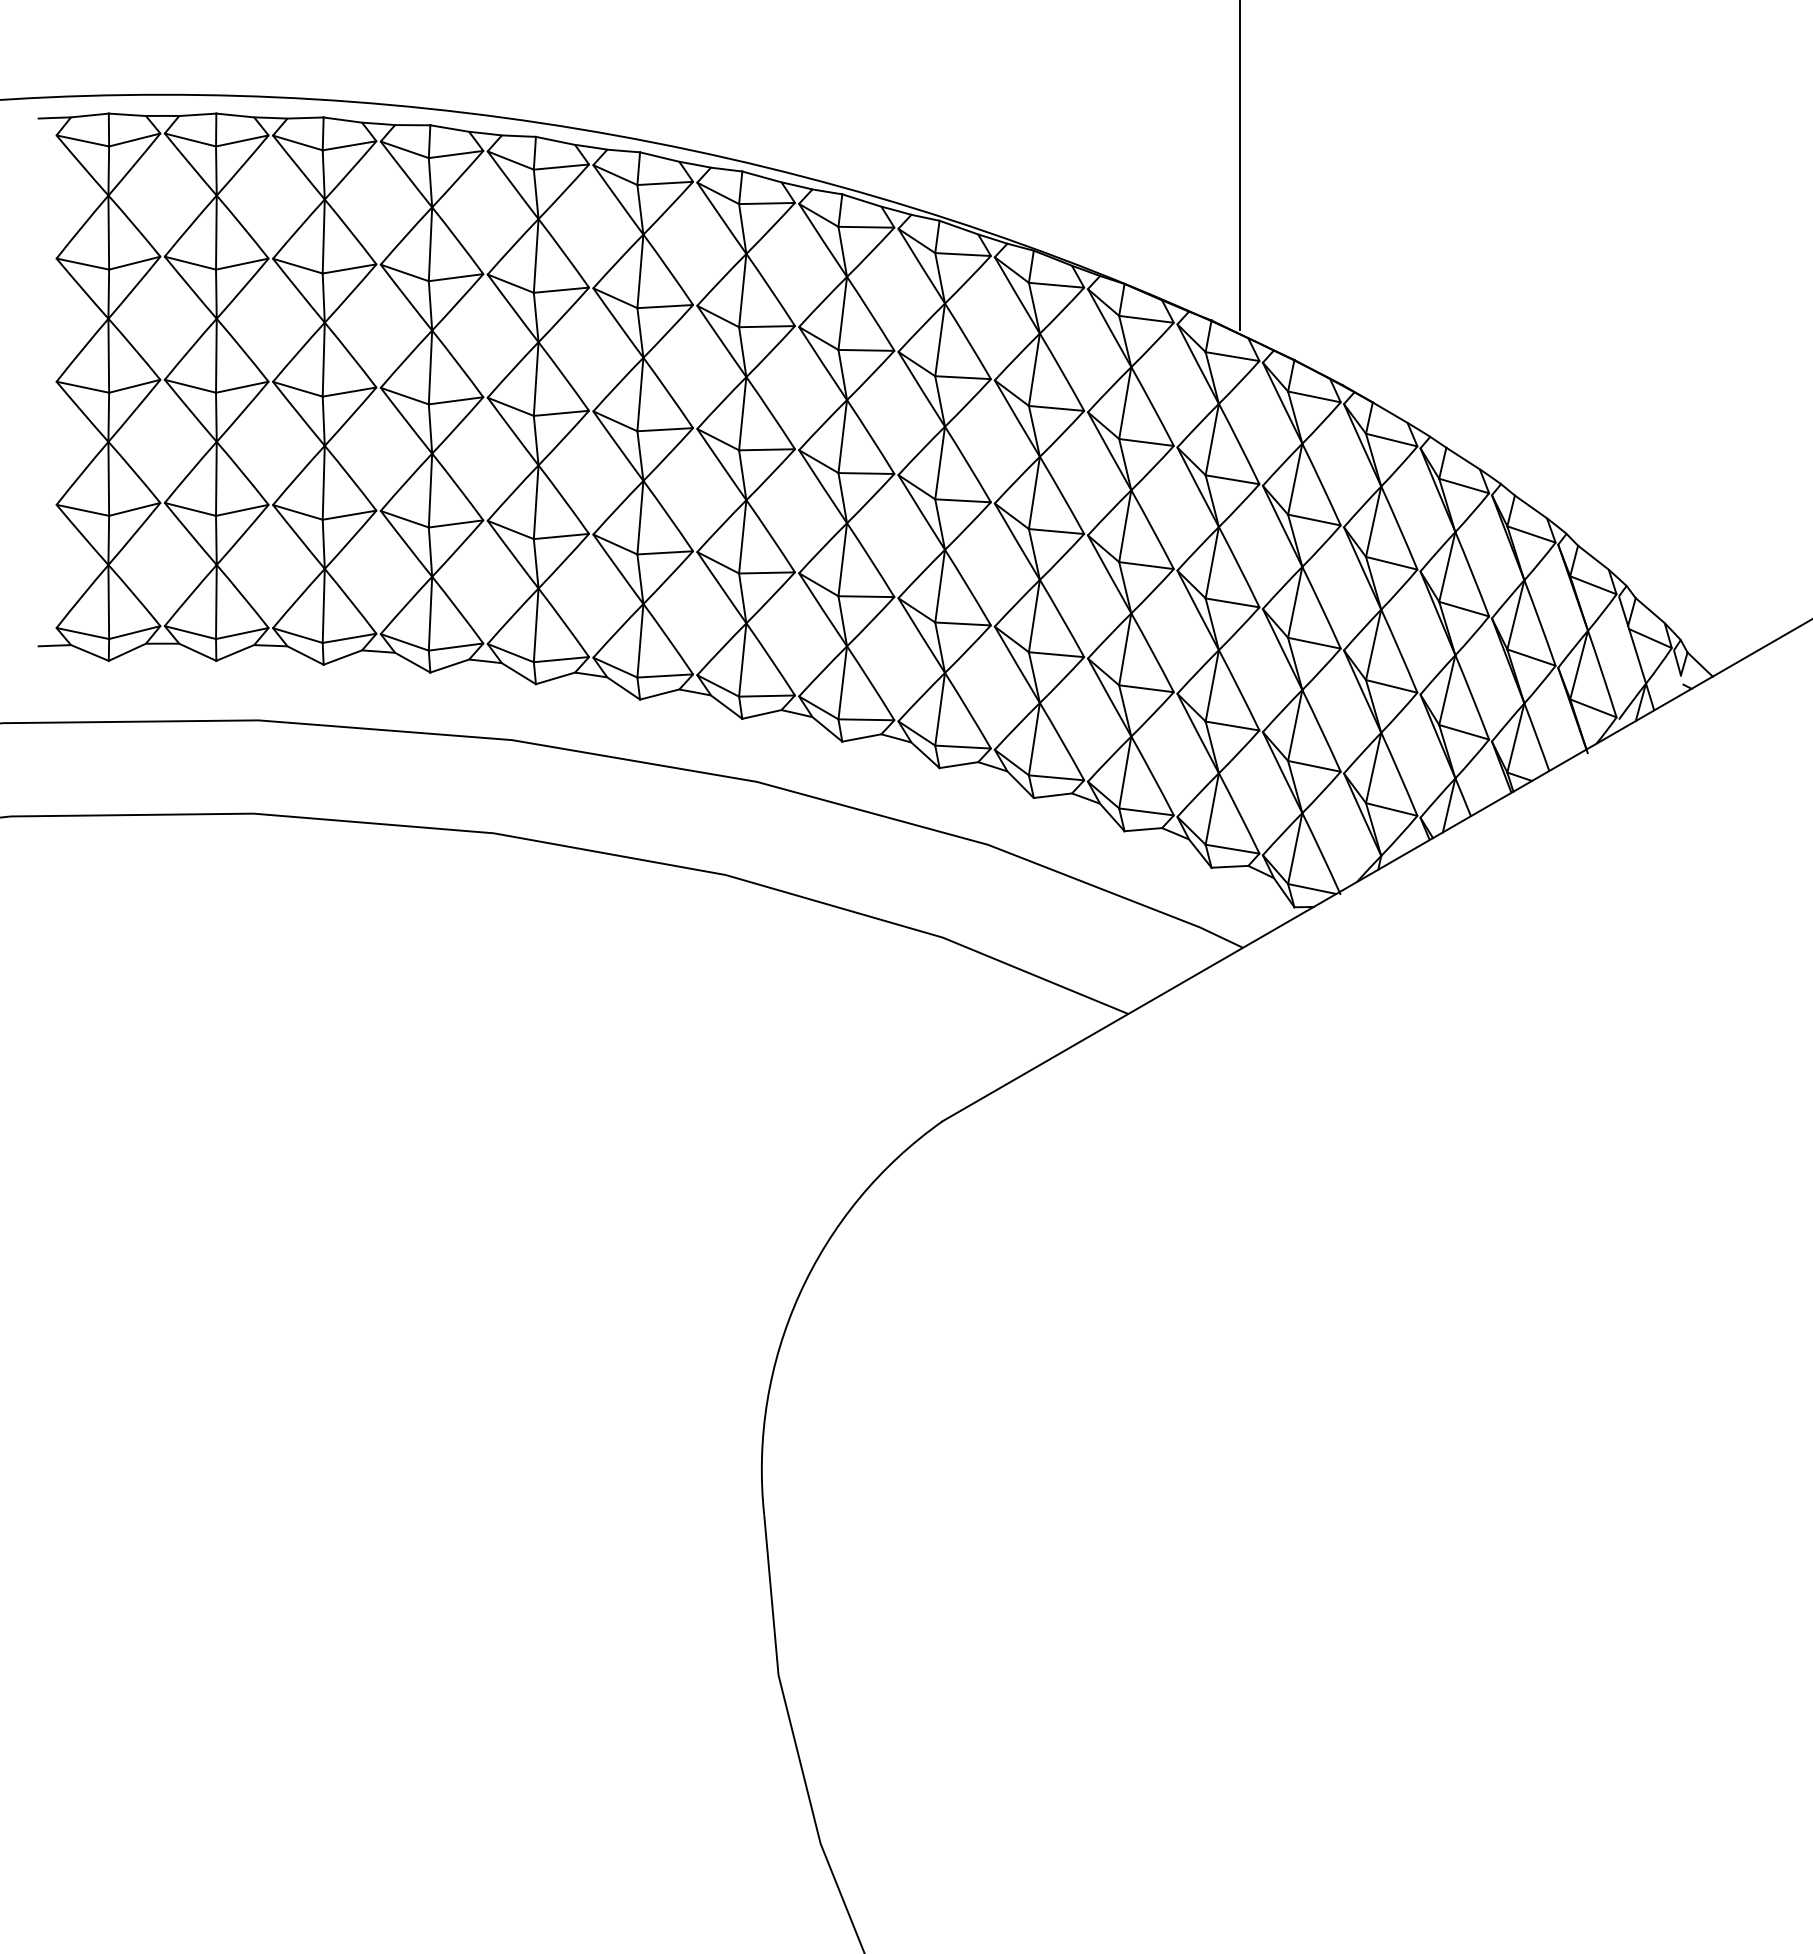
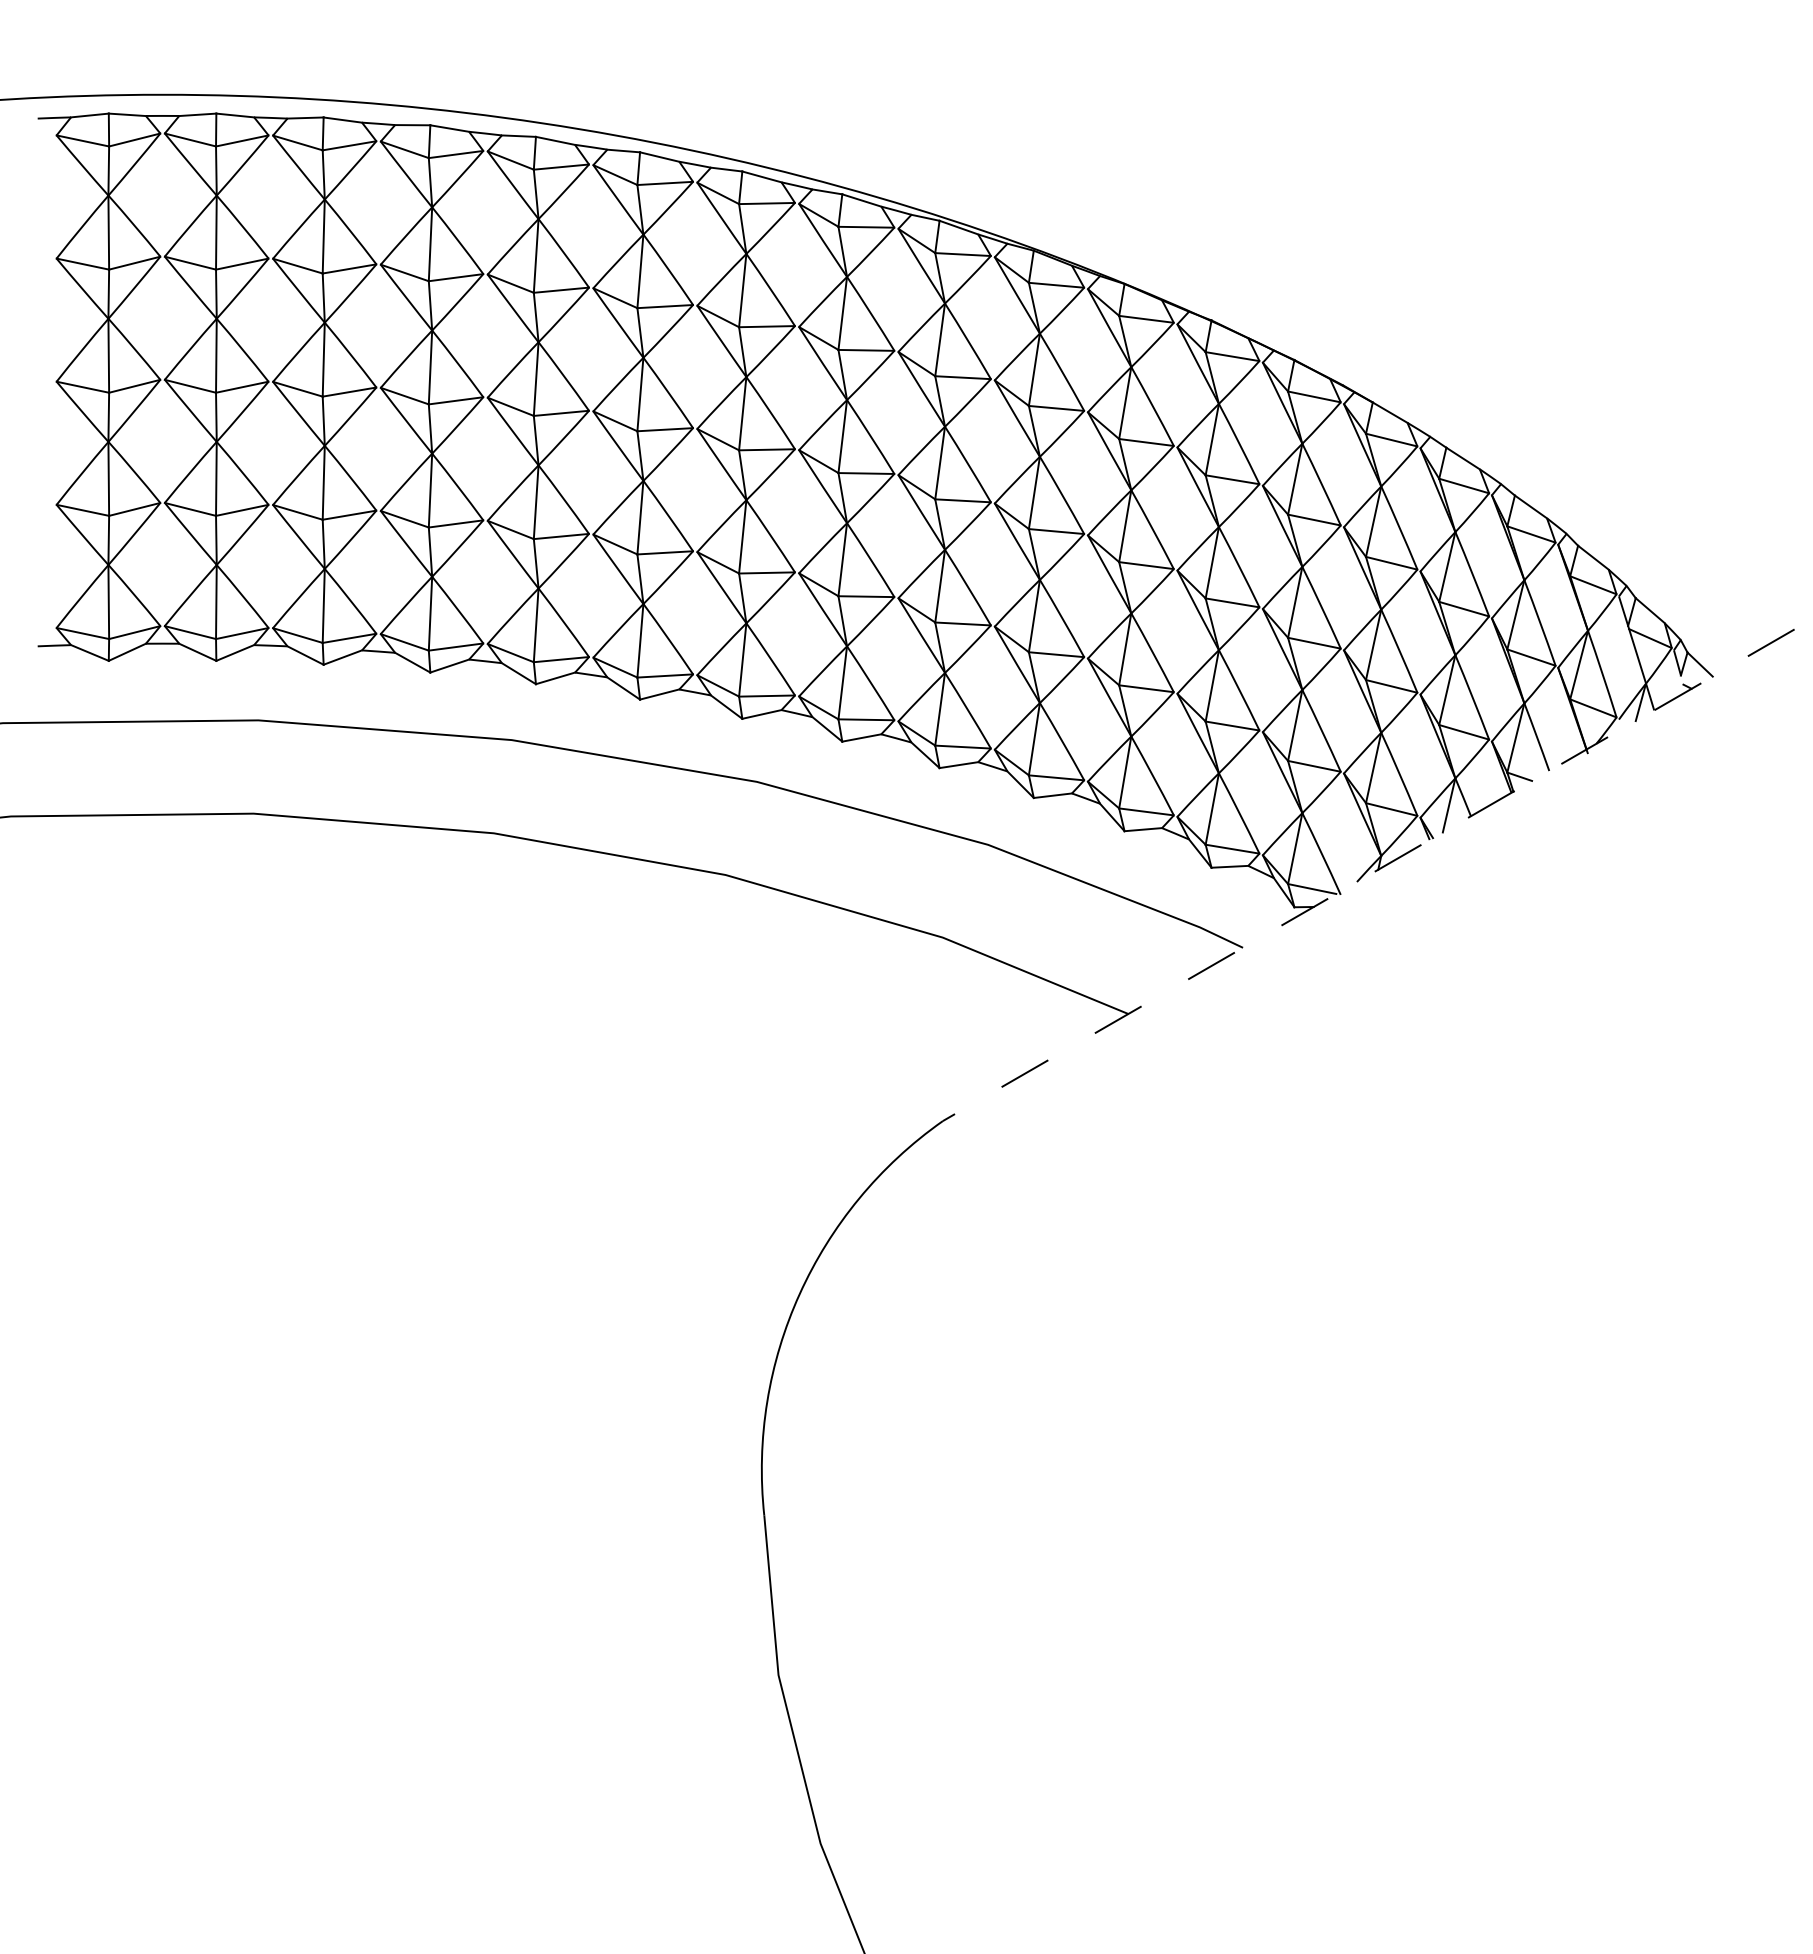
line at (1239, 166): present -> none
line at (1377, 870): solid -> dashed
